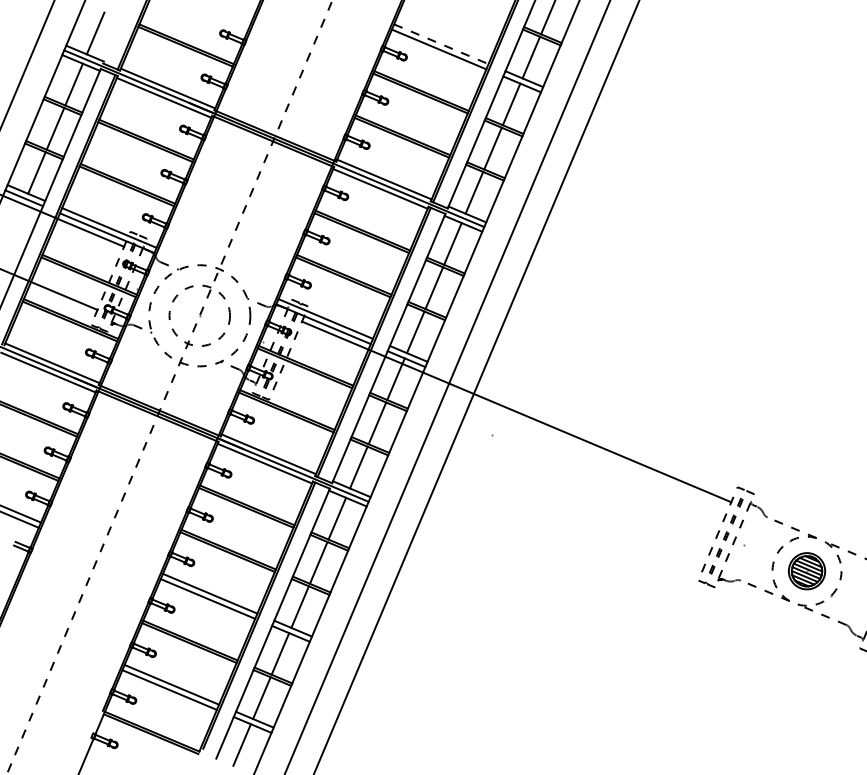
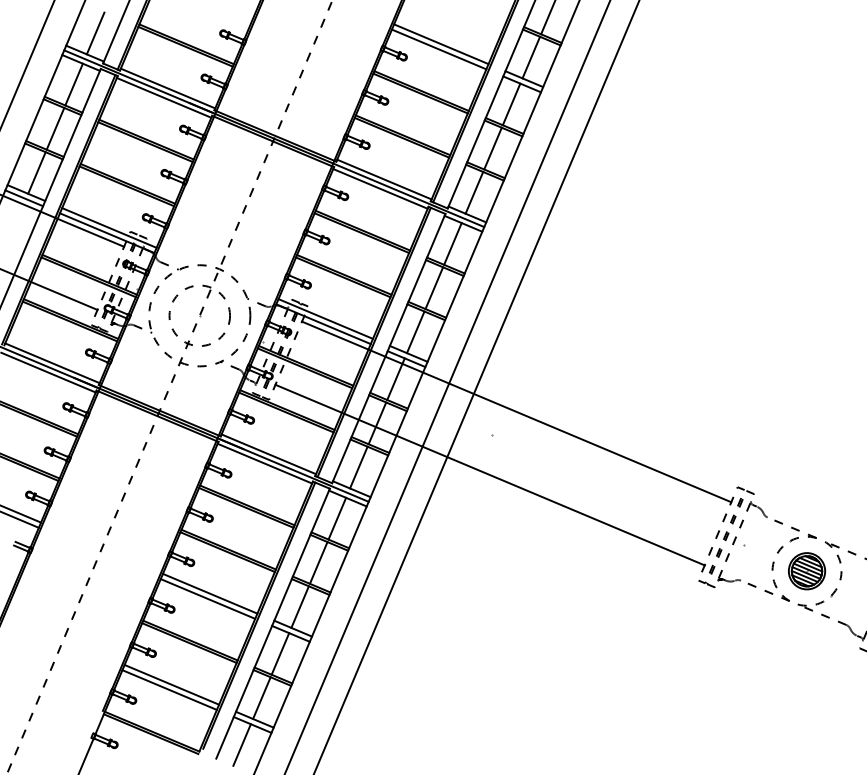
line at (115, 32): none -> present
line at (441, 44): dashed -> solid
line at (489, 474): none -> present
